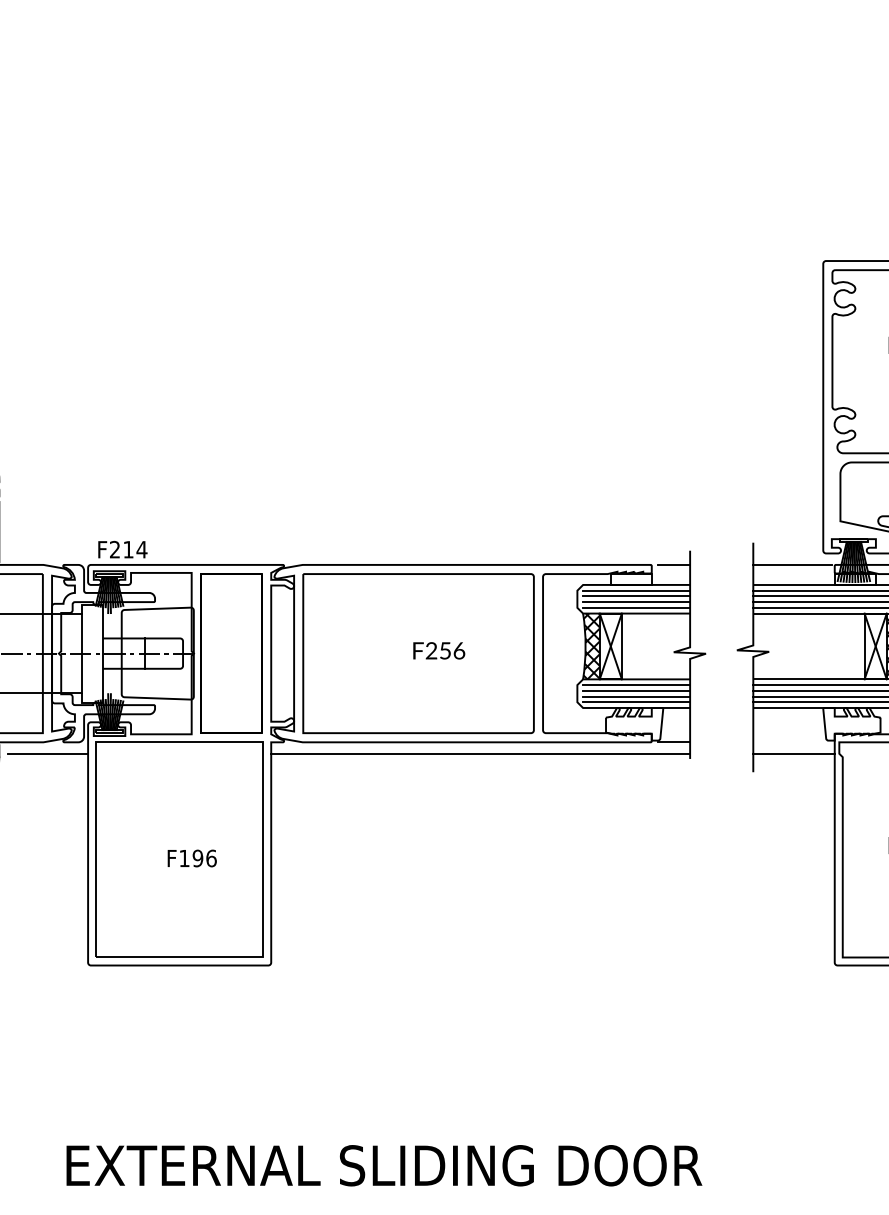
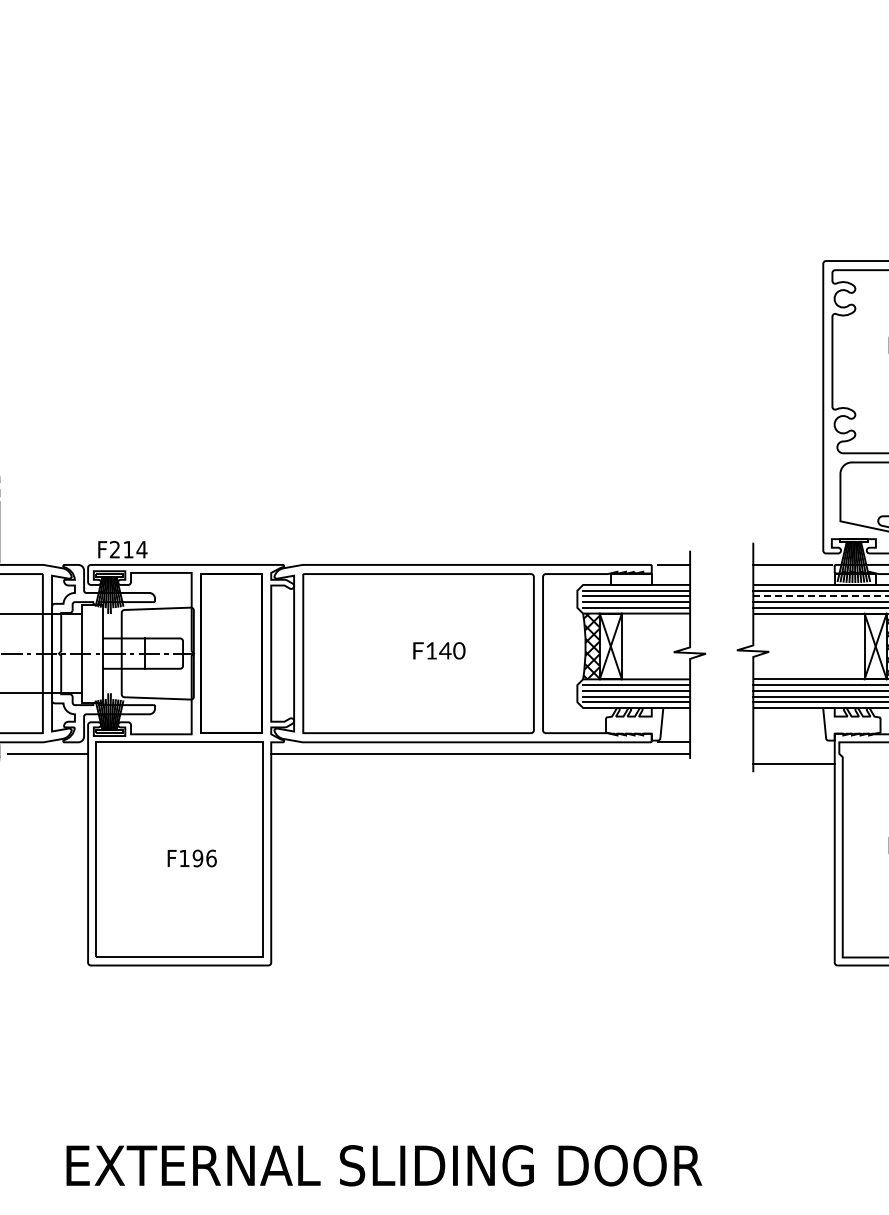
line at (820, 596): solid -> dashed
text at (445, 650): F256 -> F140
line at (793, 753) position: (793, 753) -> (793, 763)
